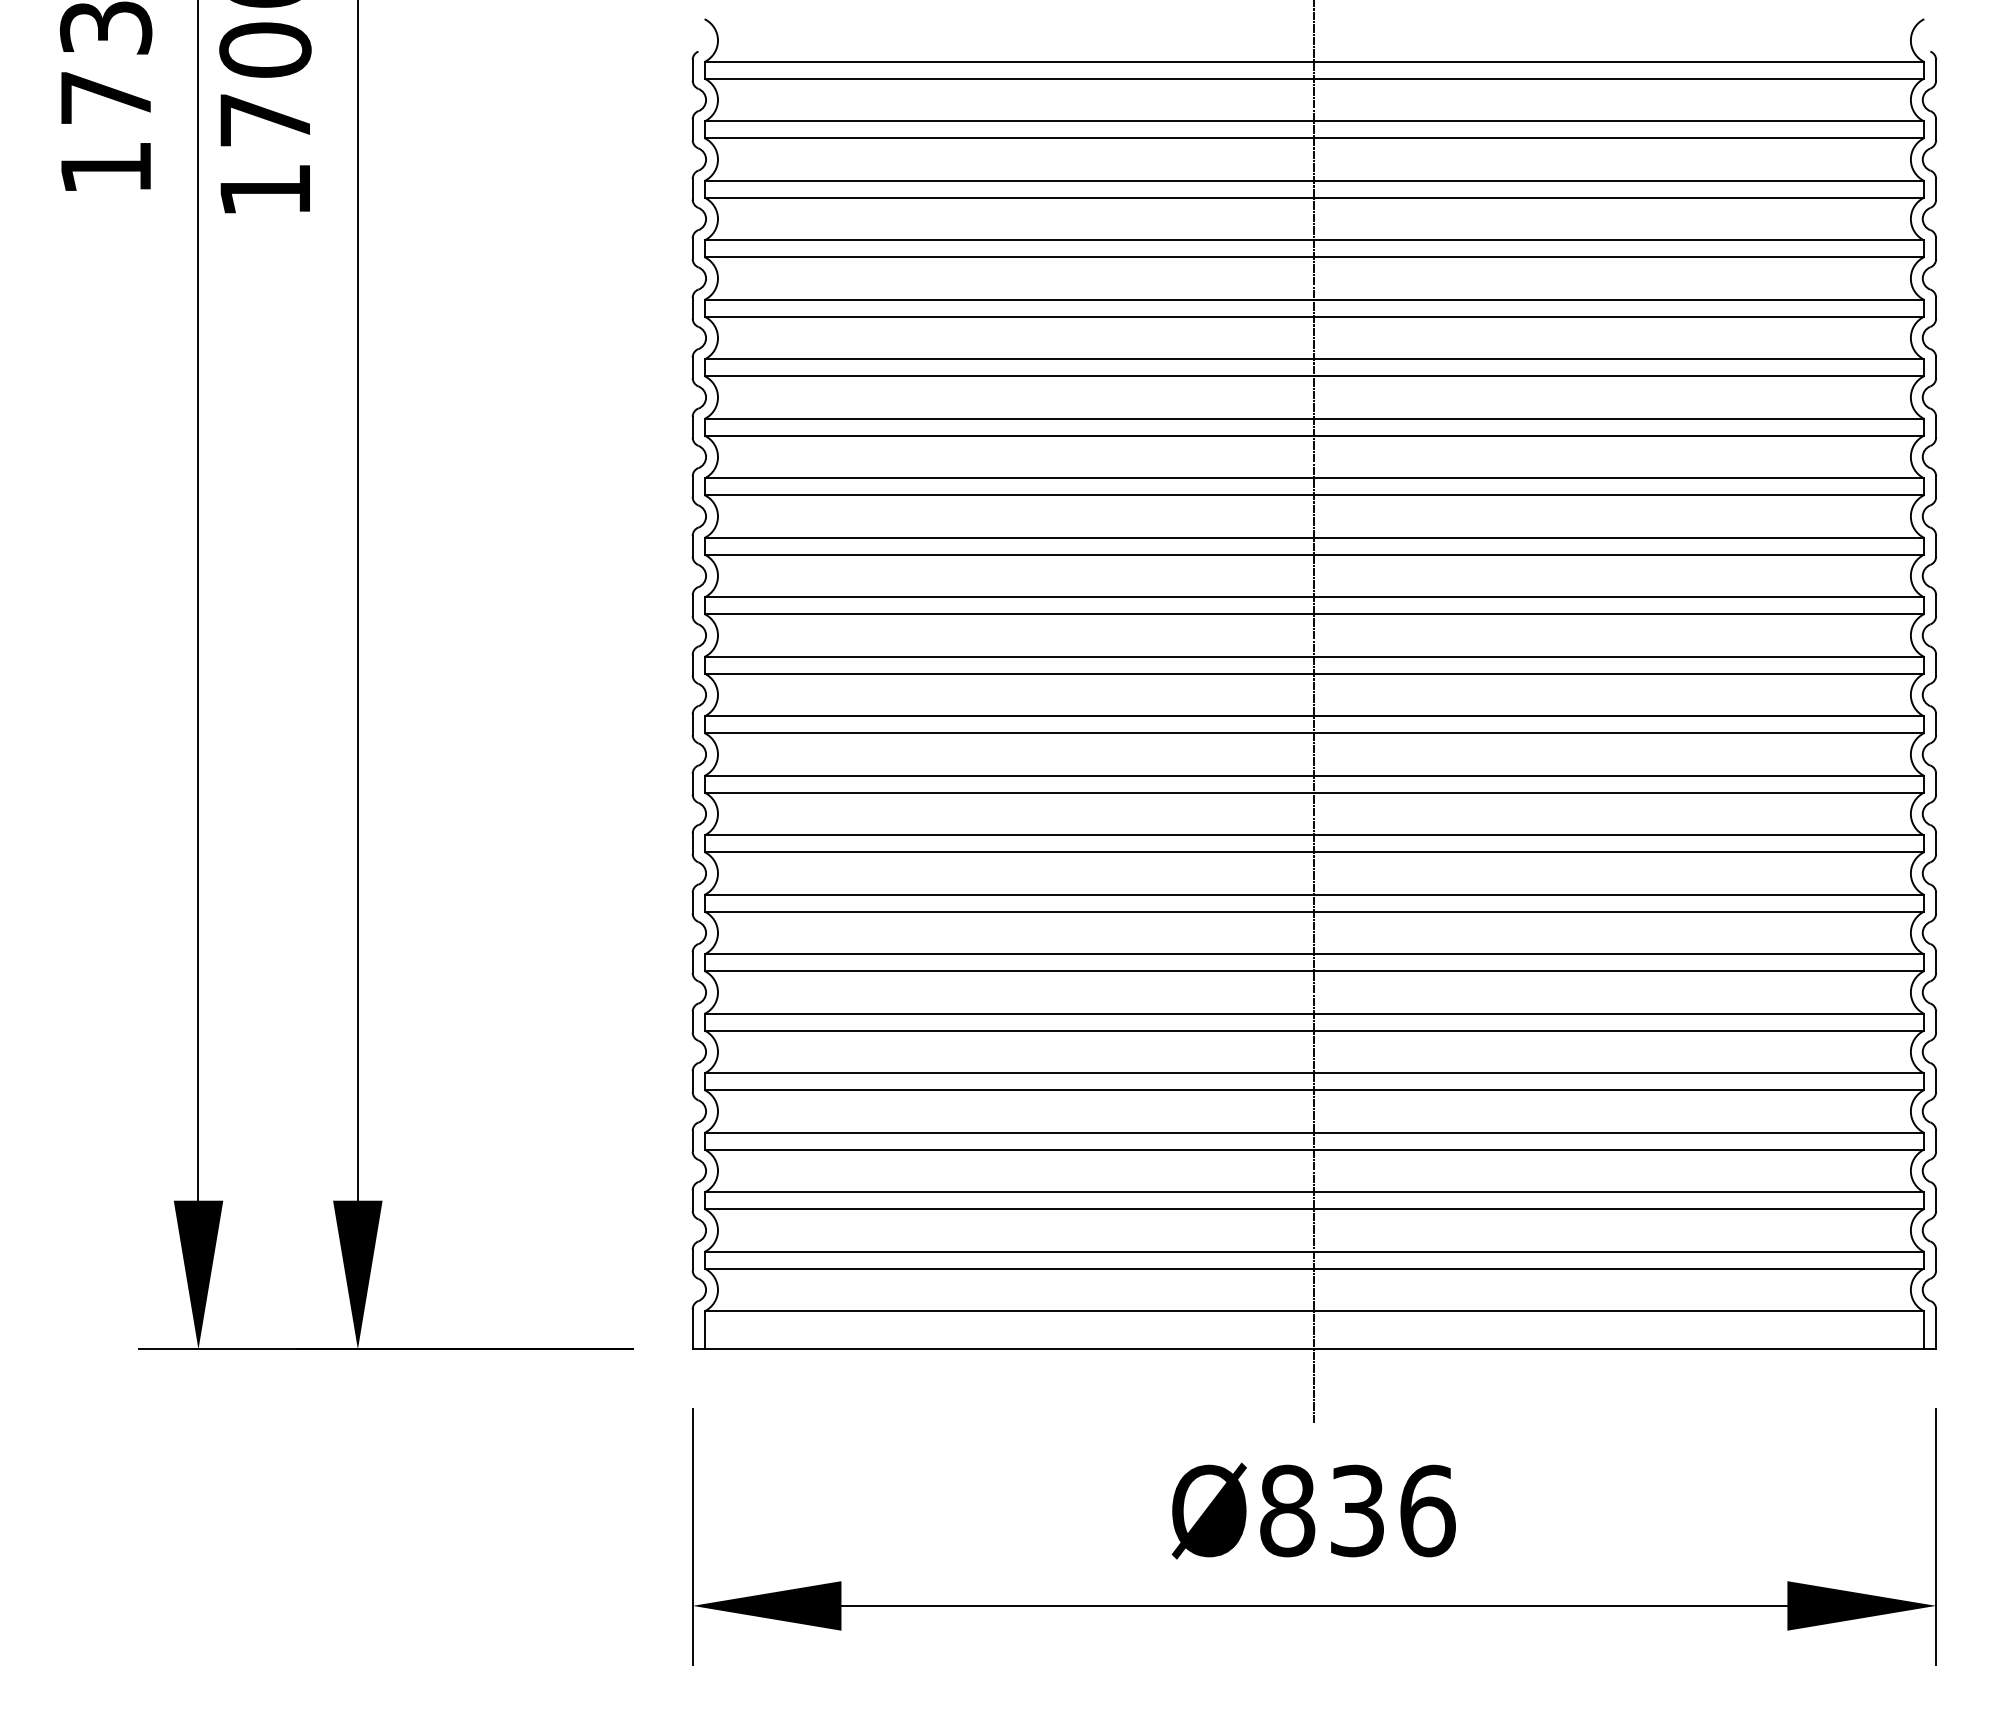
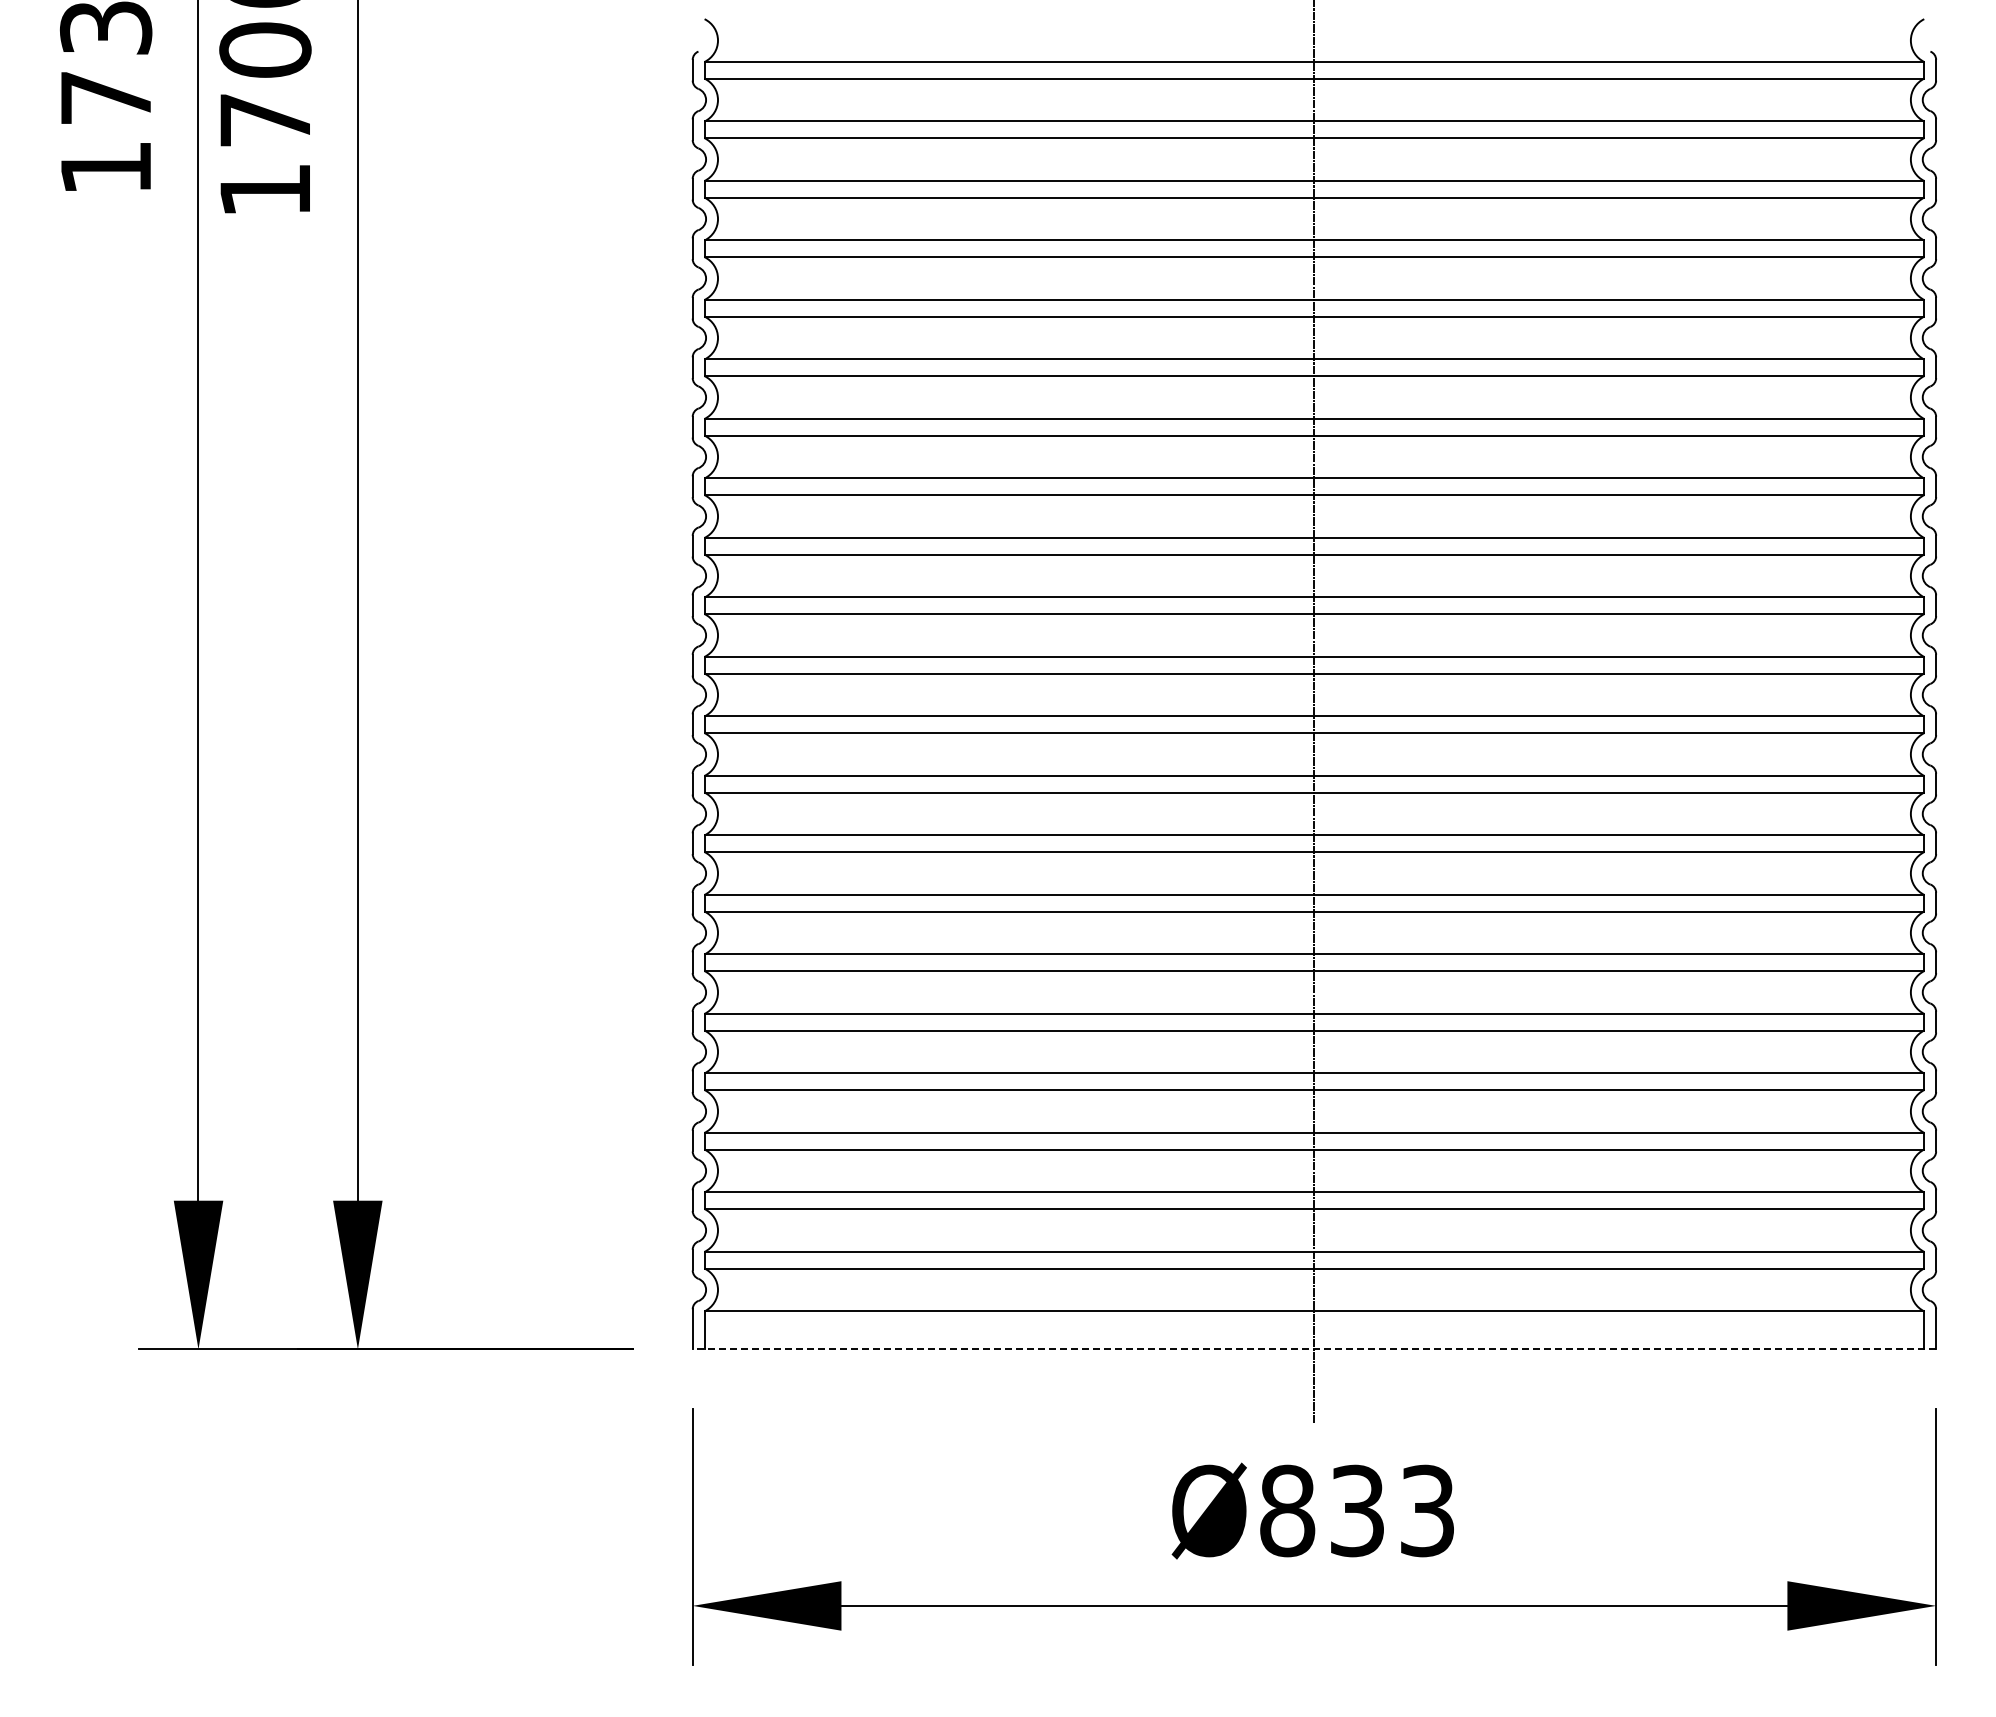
line at (1314, 1349): solid -> dashed
text at (1427, 1510): Ø836 -> Ø833
